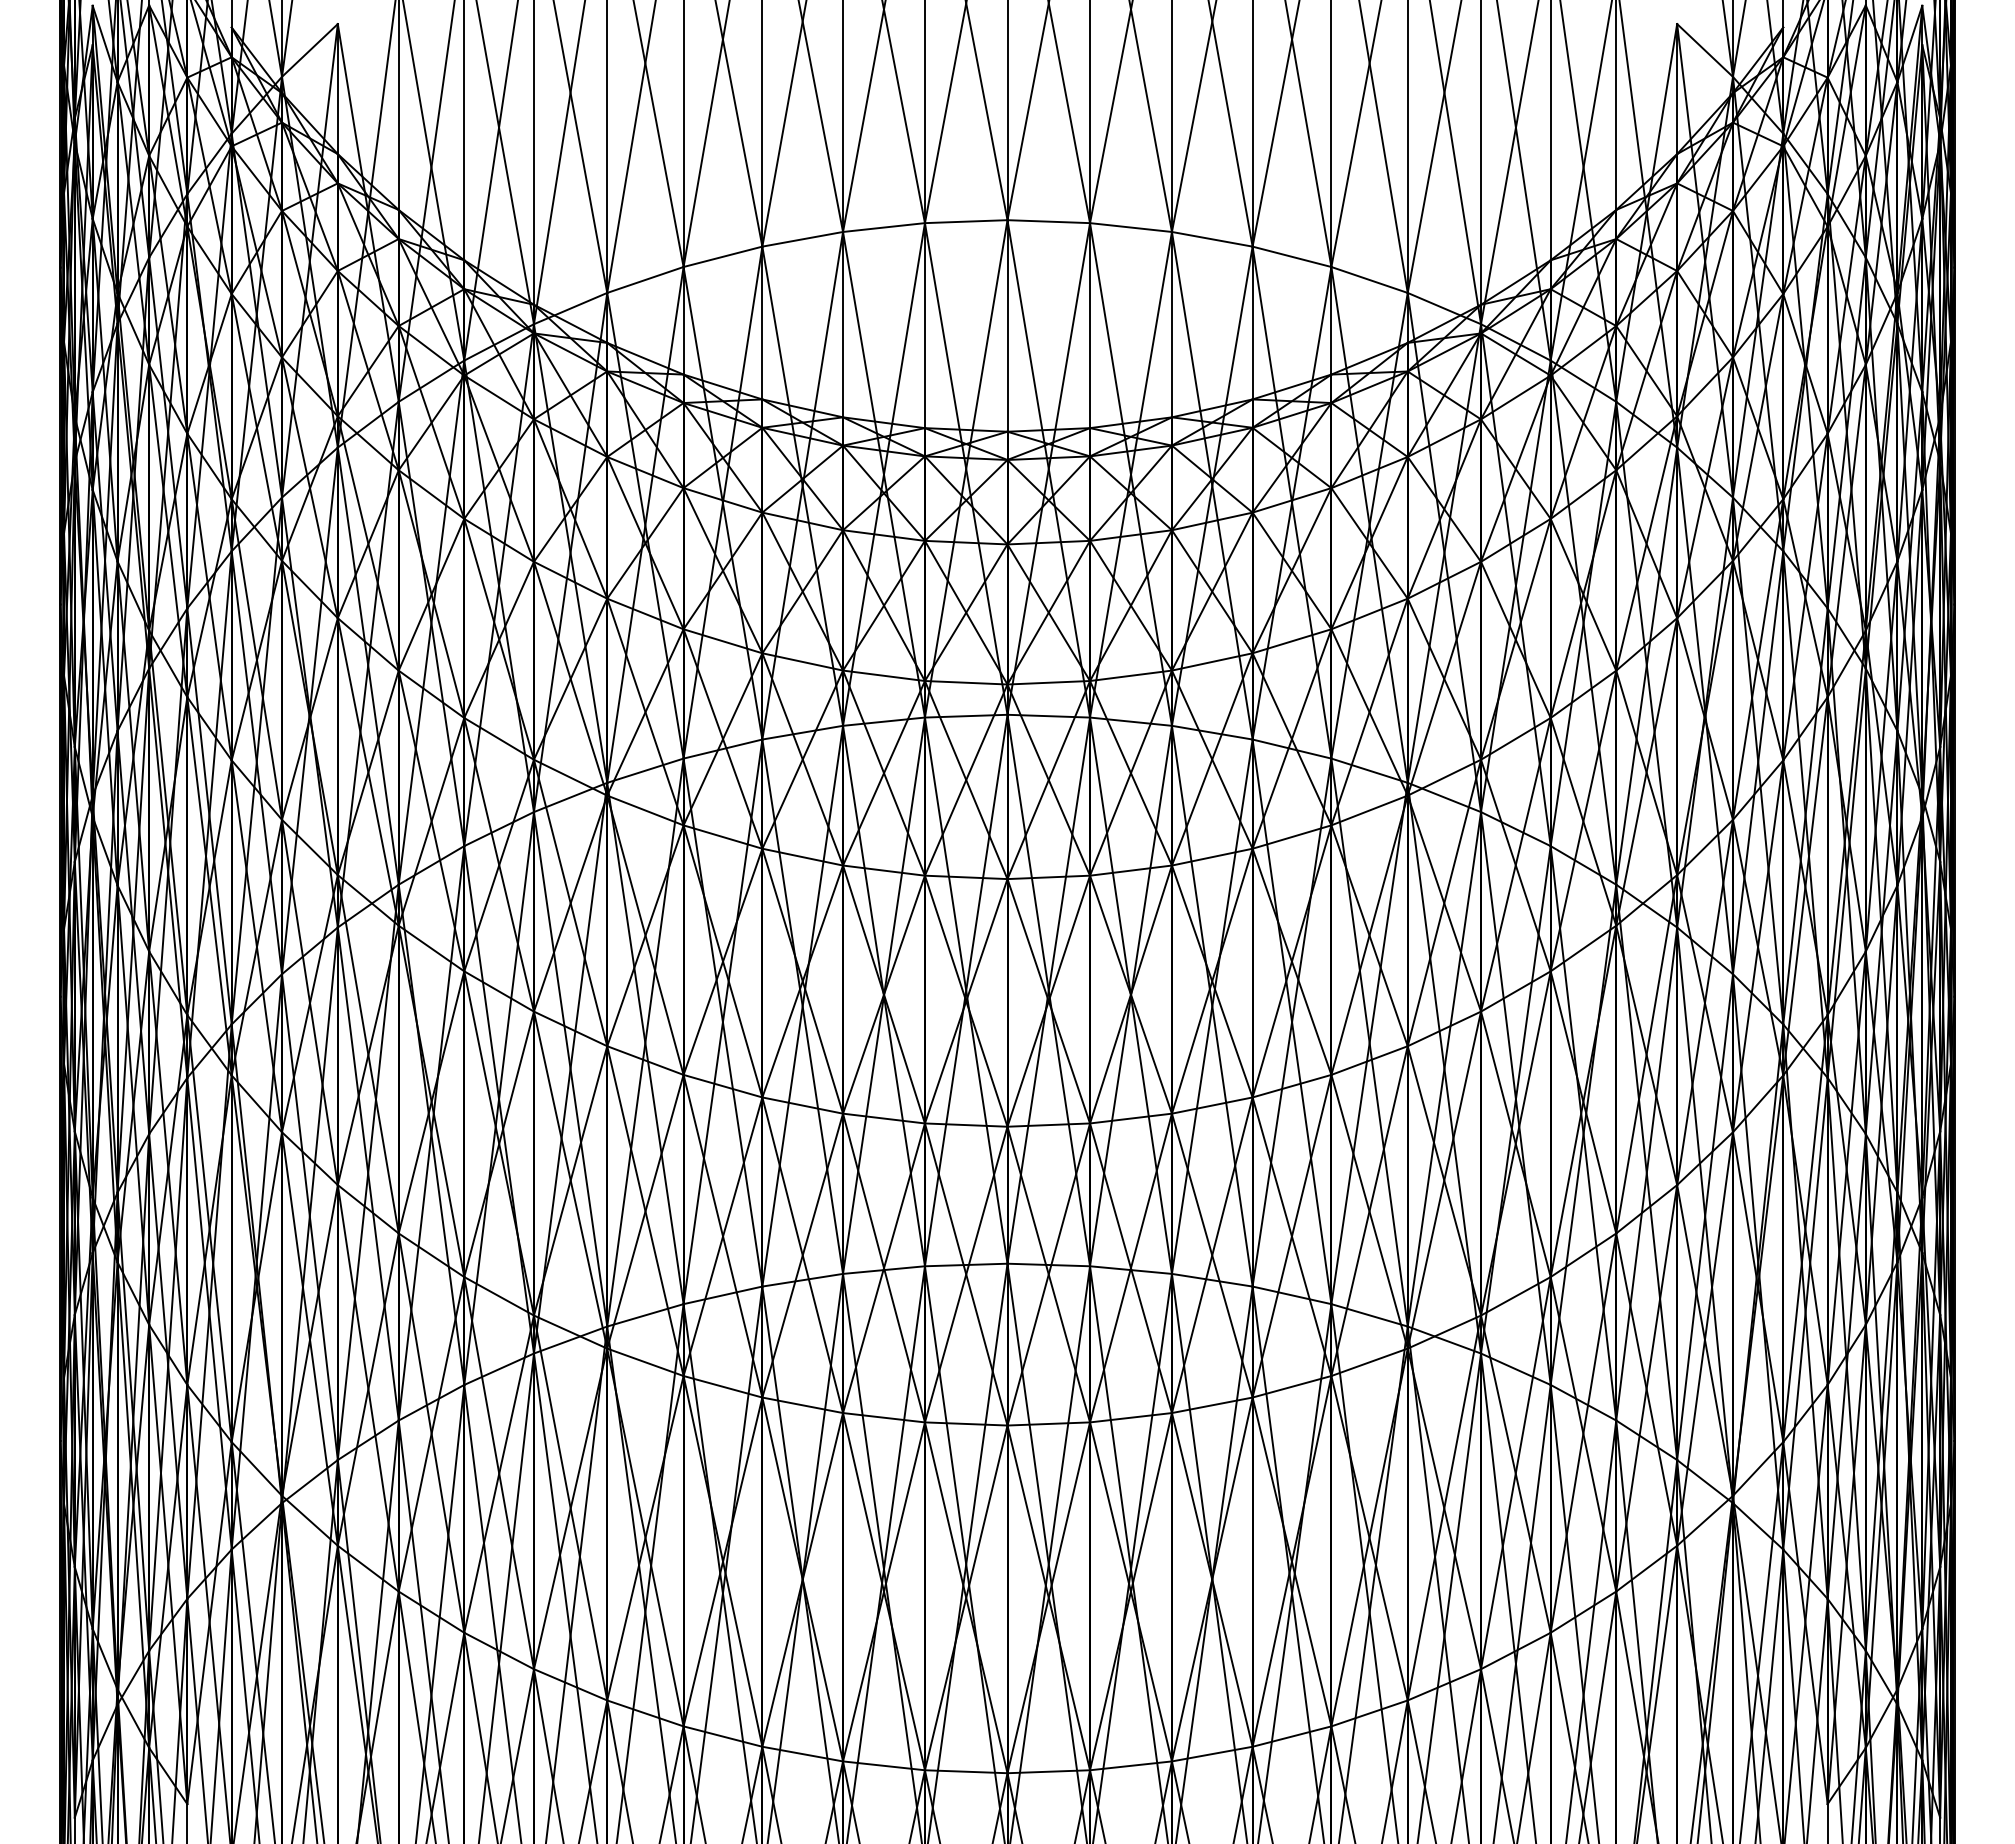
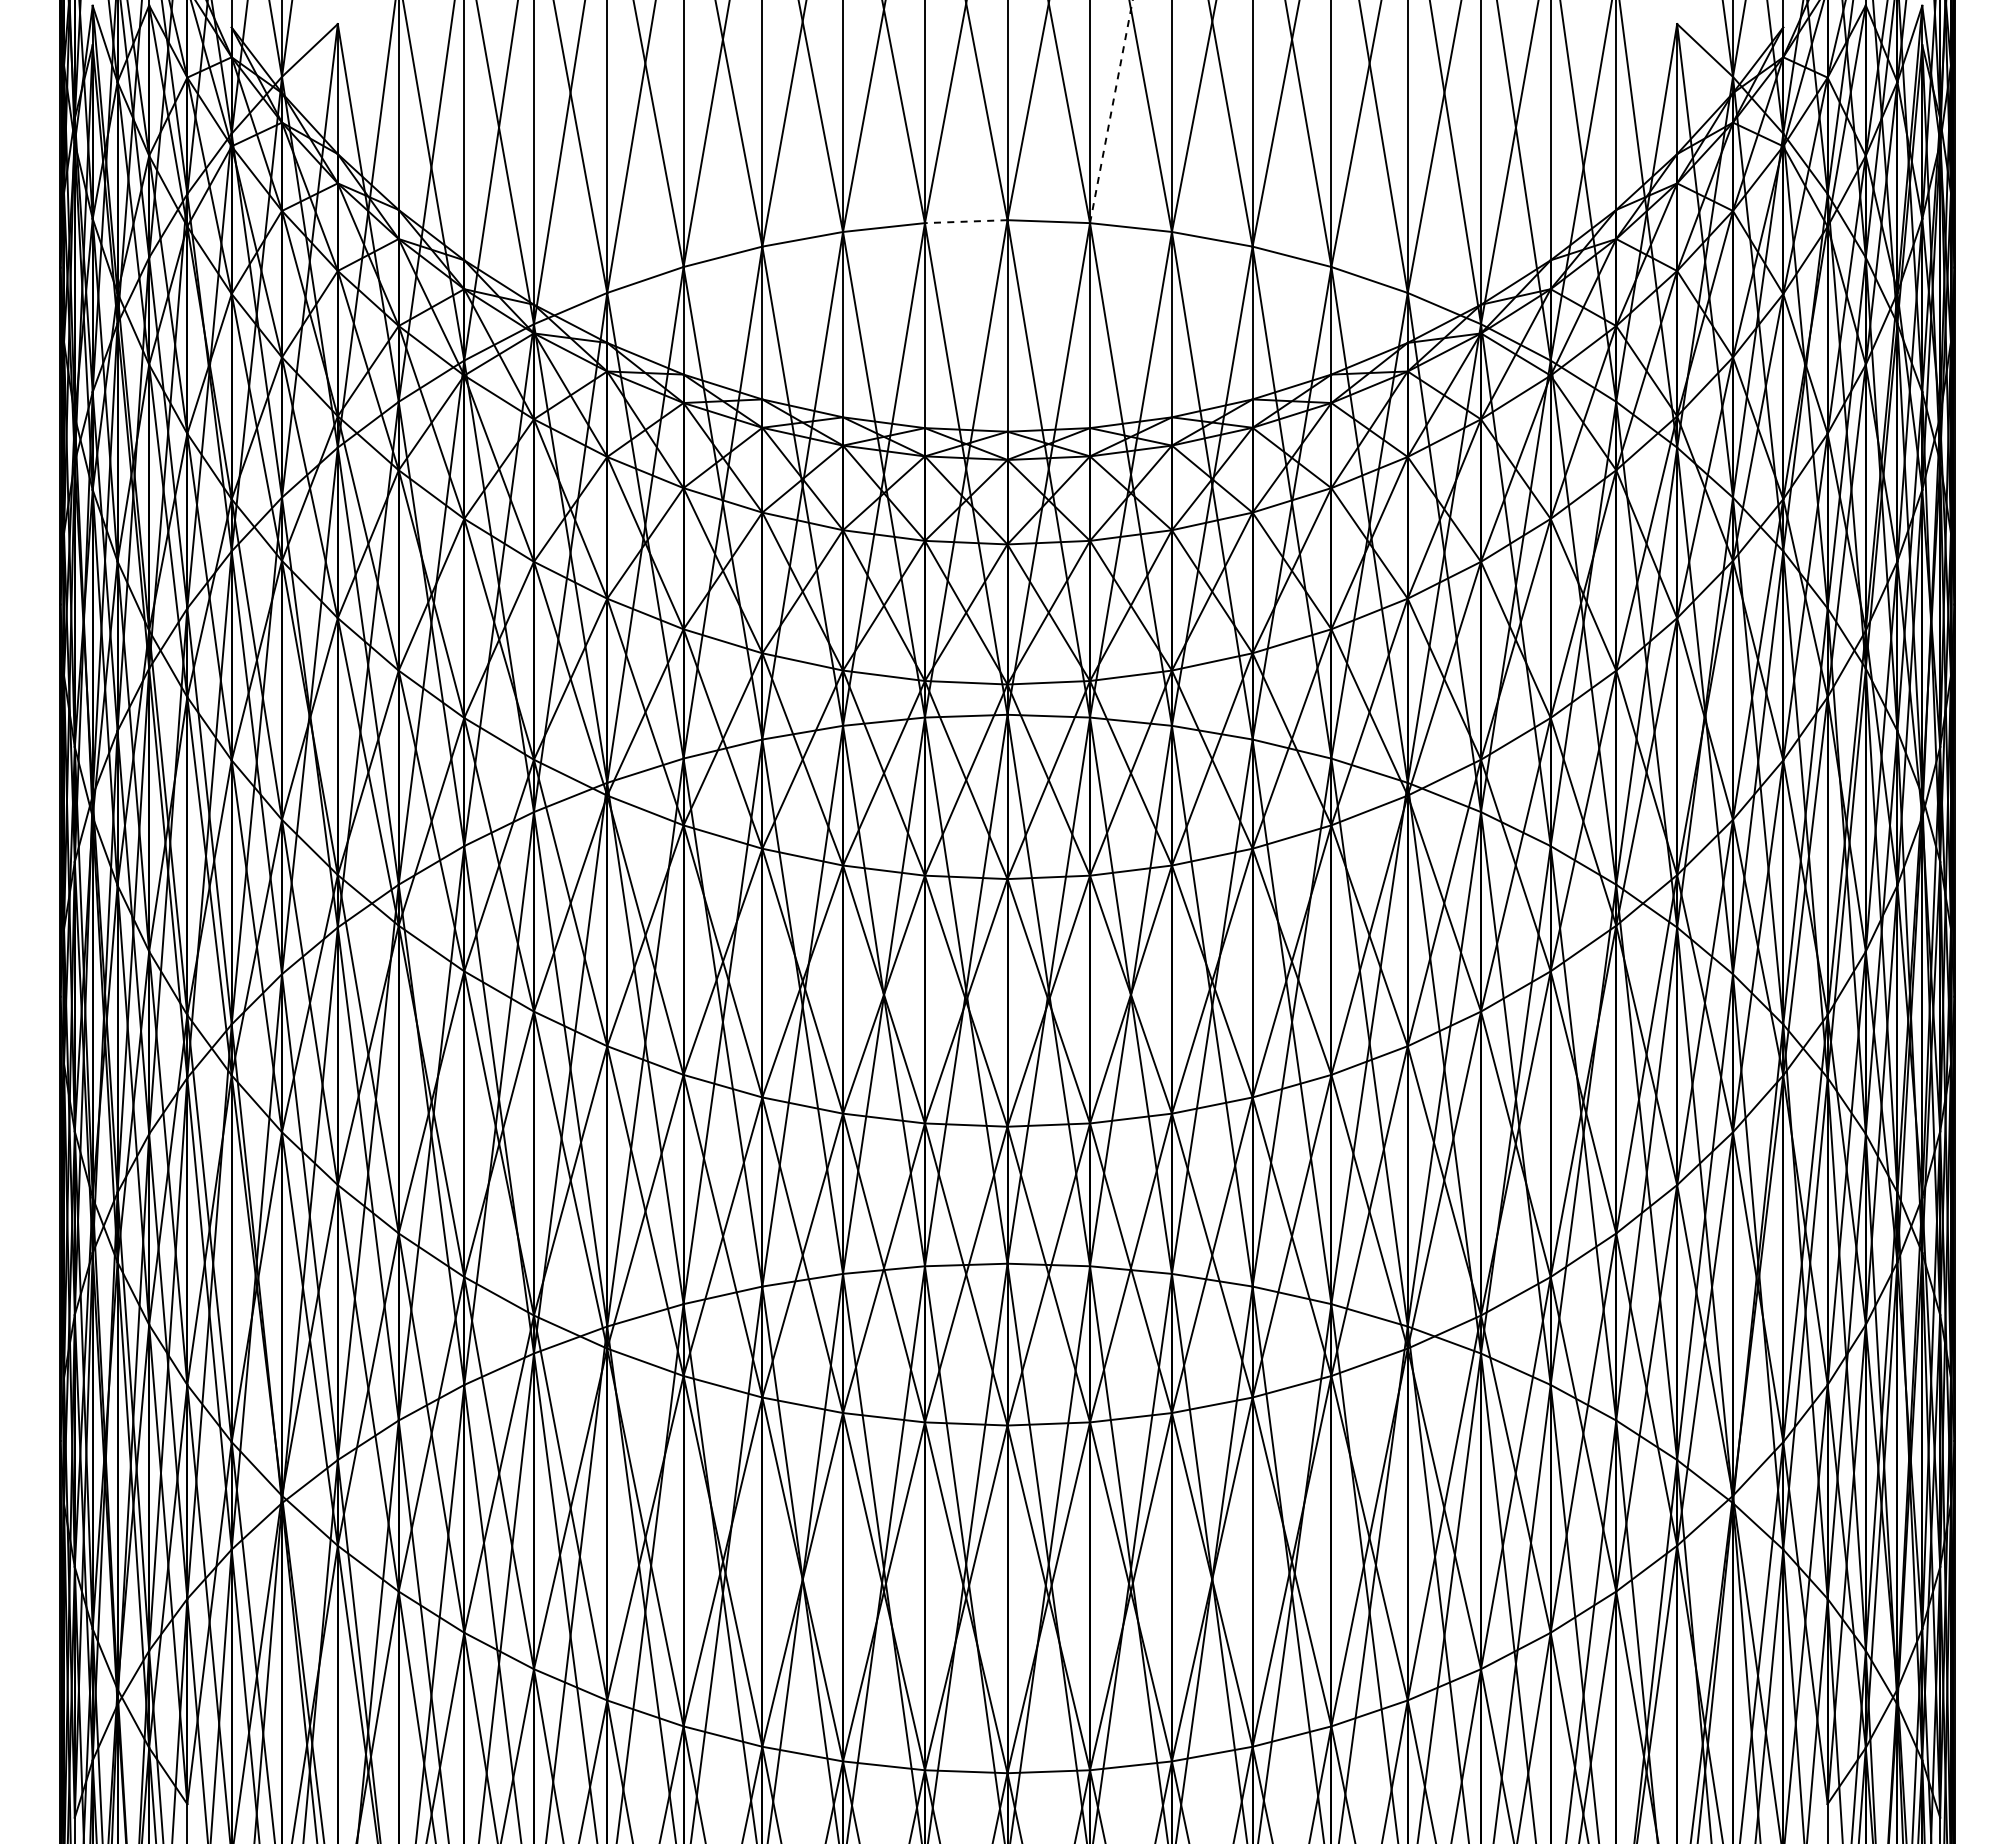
line at (1111, 111): solid -> dashed
line at (965, 221): solid -> dashed
